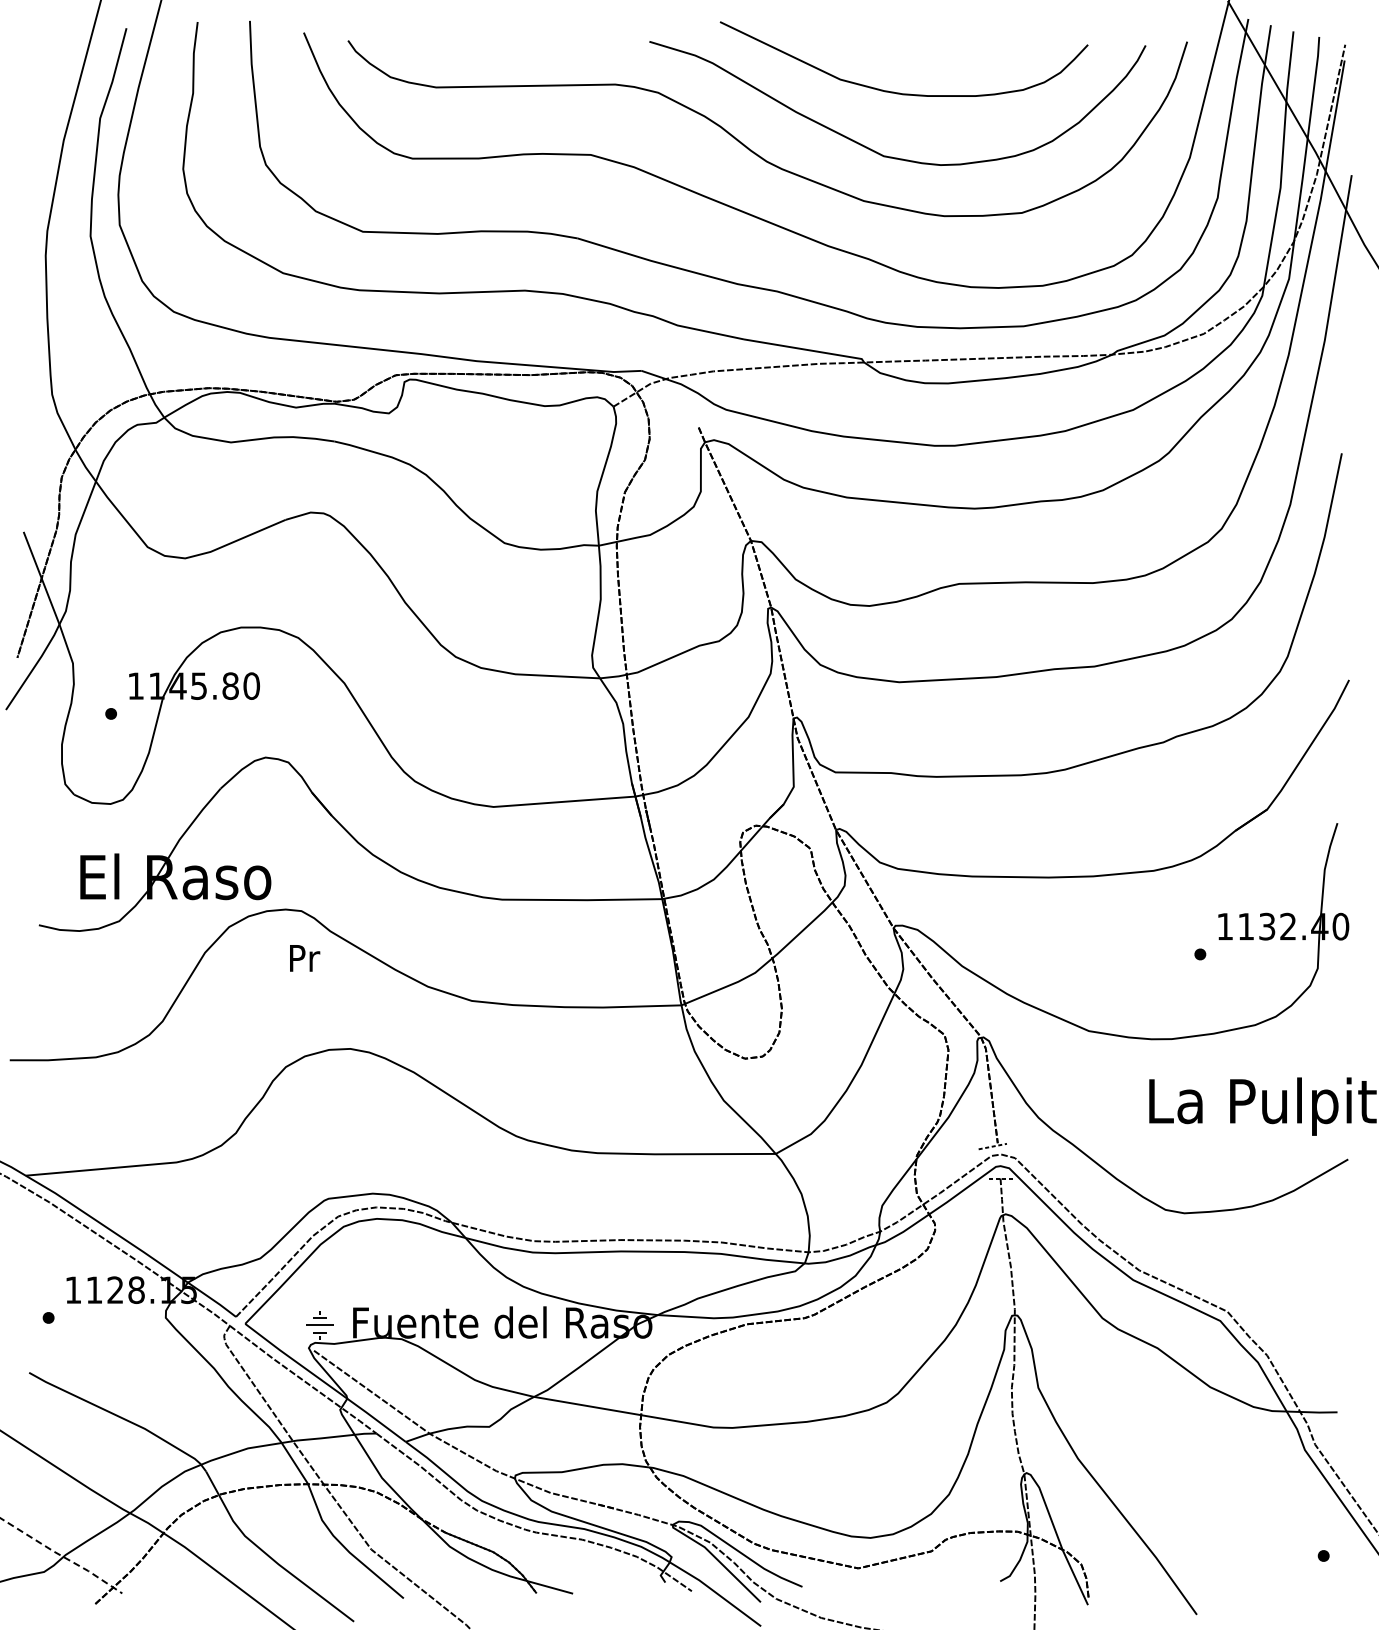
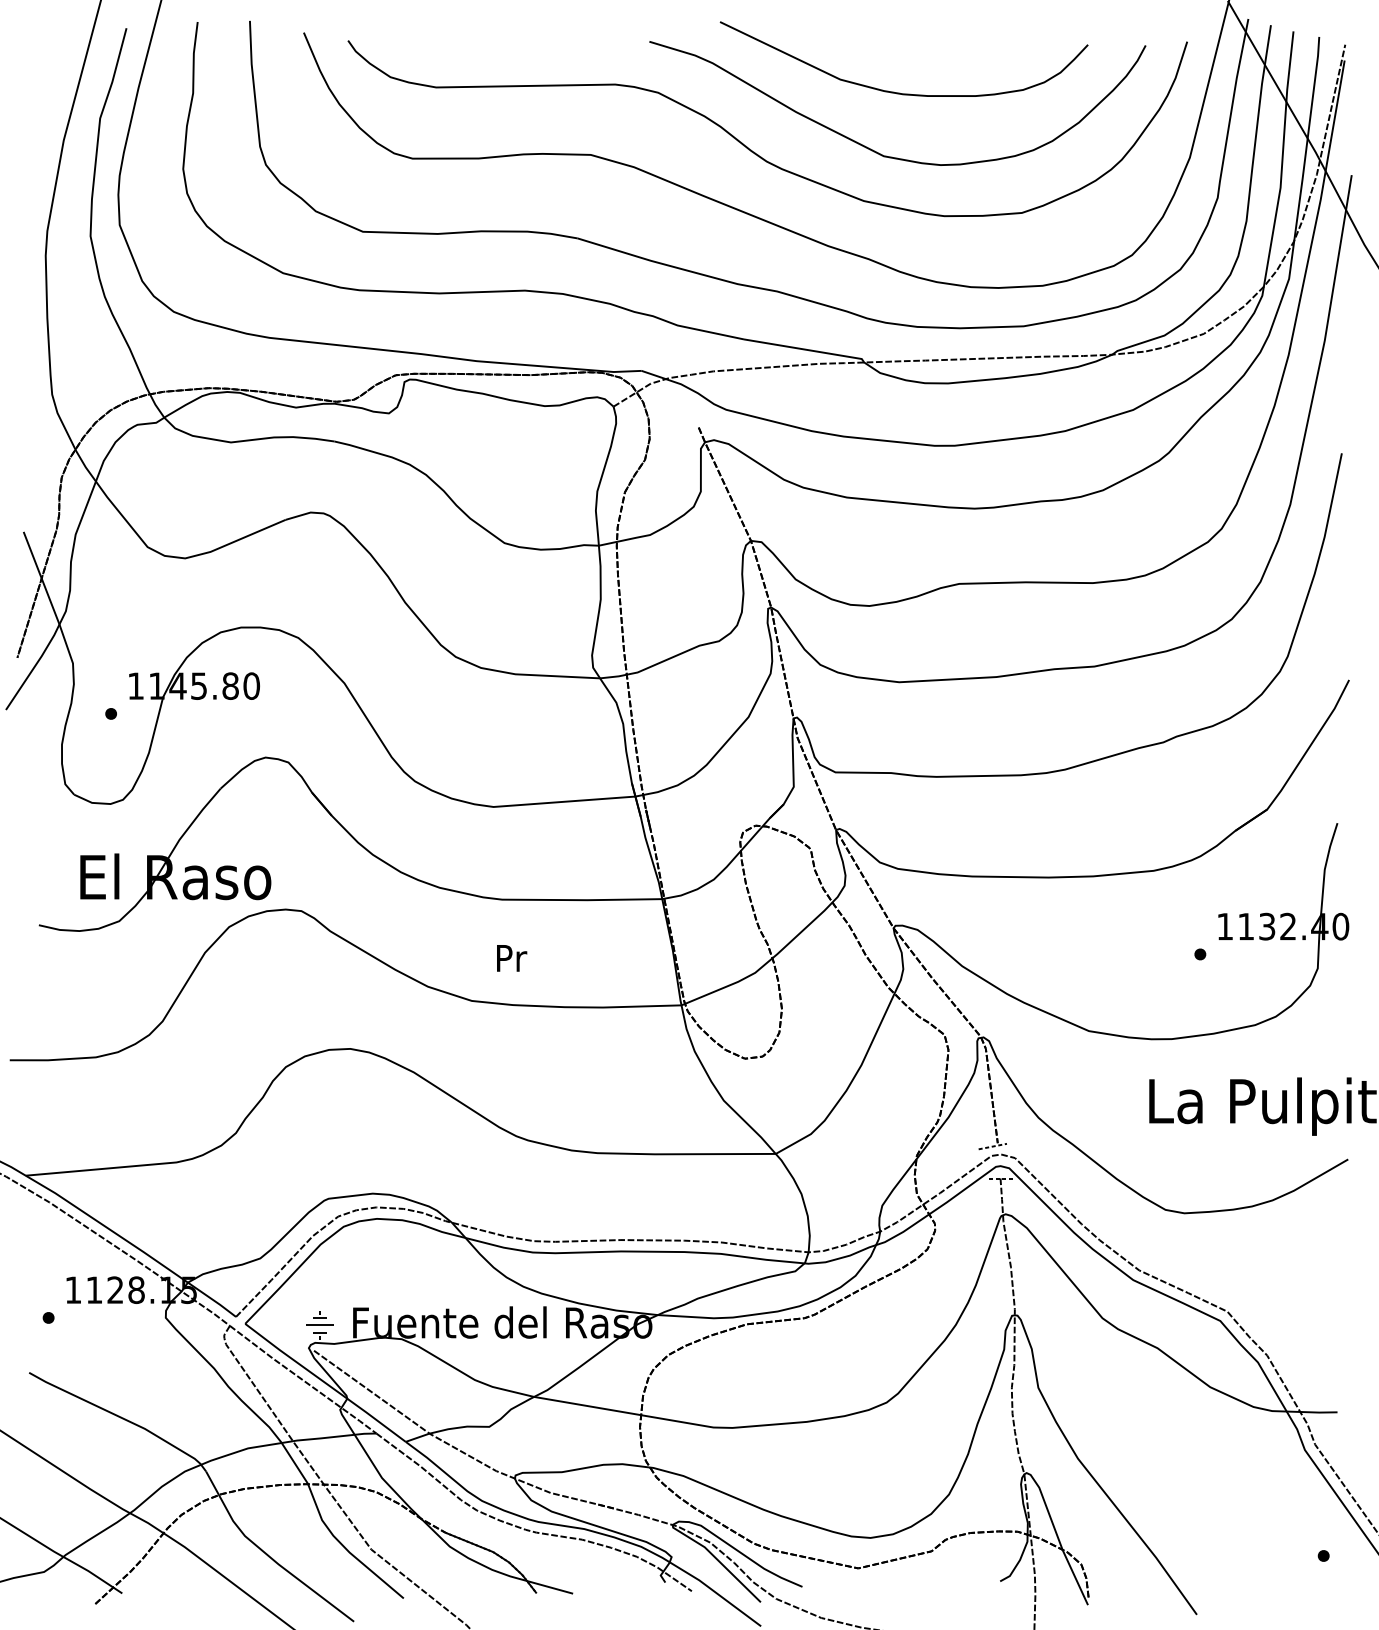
text at (305, 958) position: (305, 958) -> (512, 958)
line at (61, 1556): dashed -> solid
